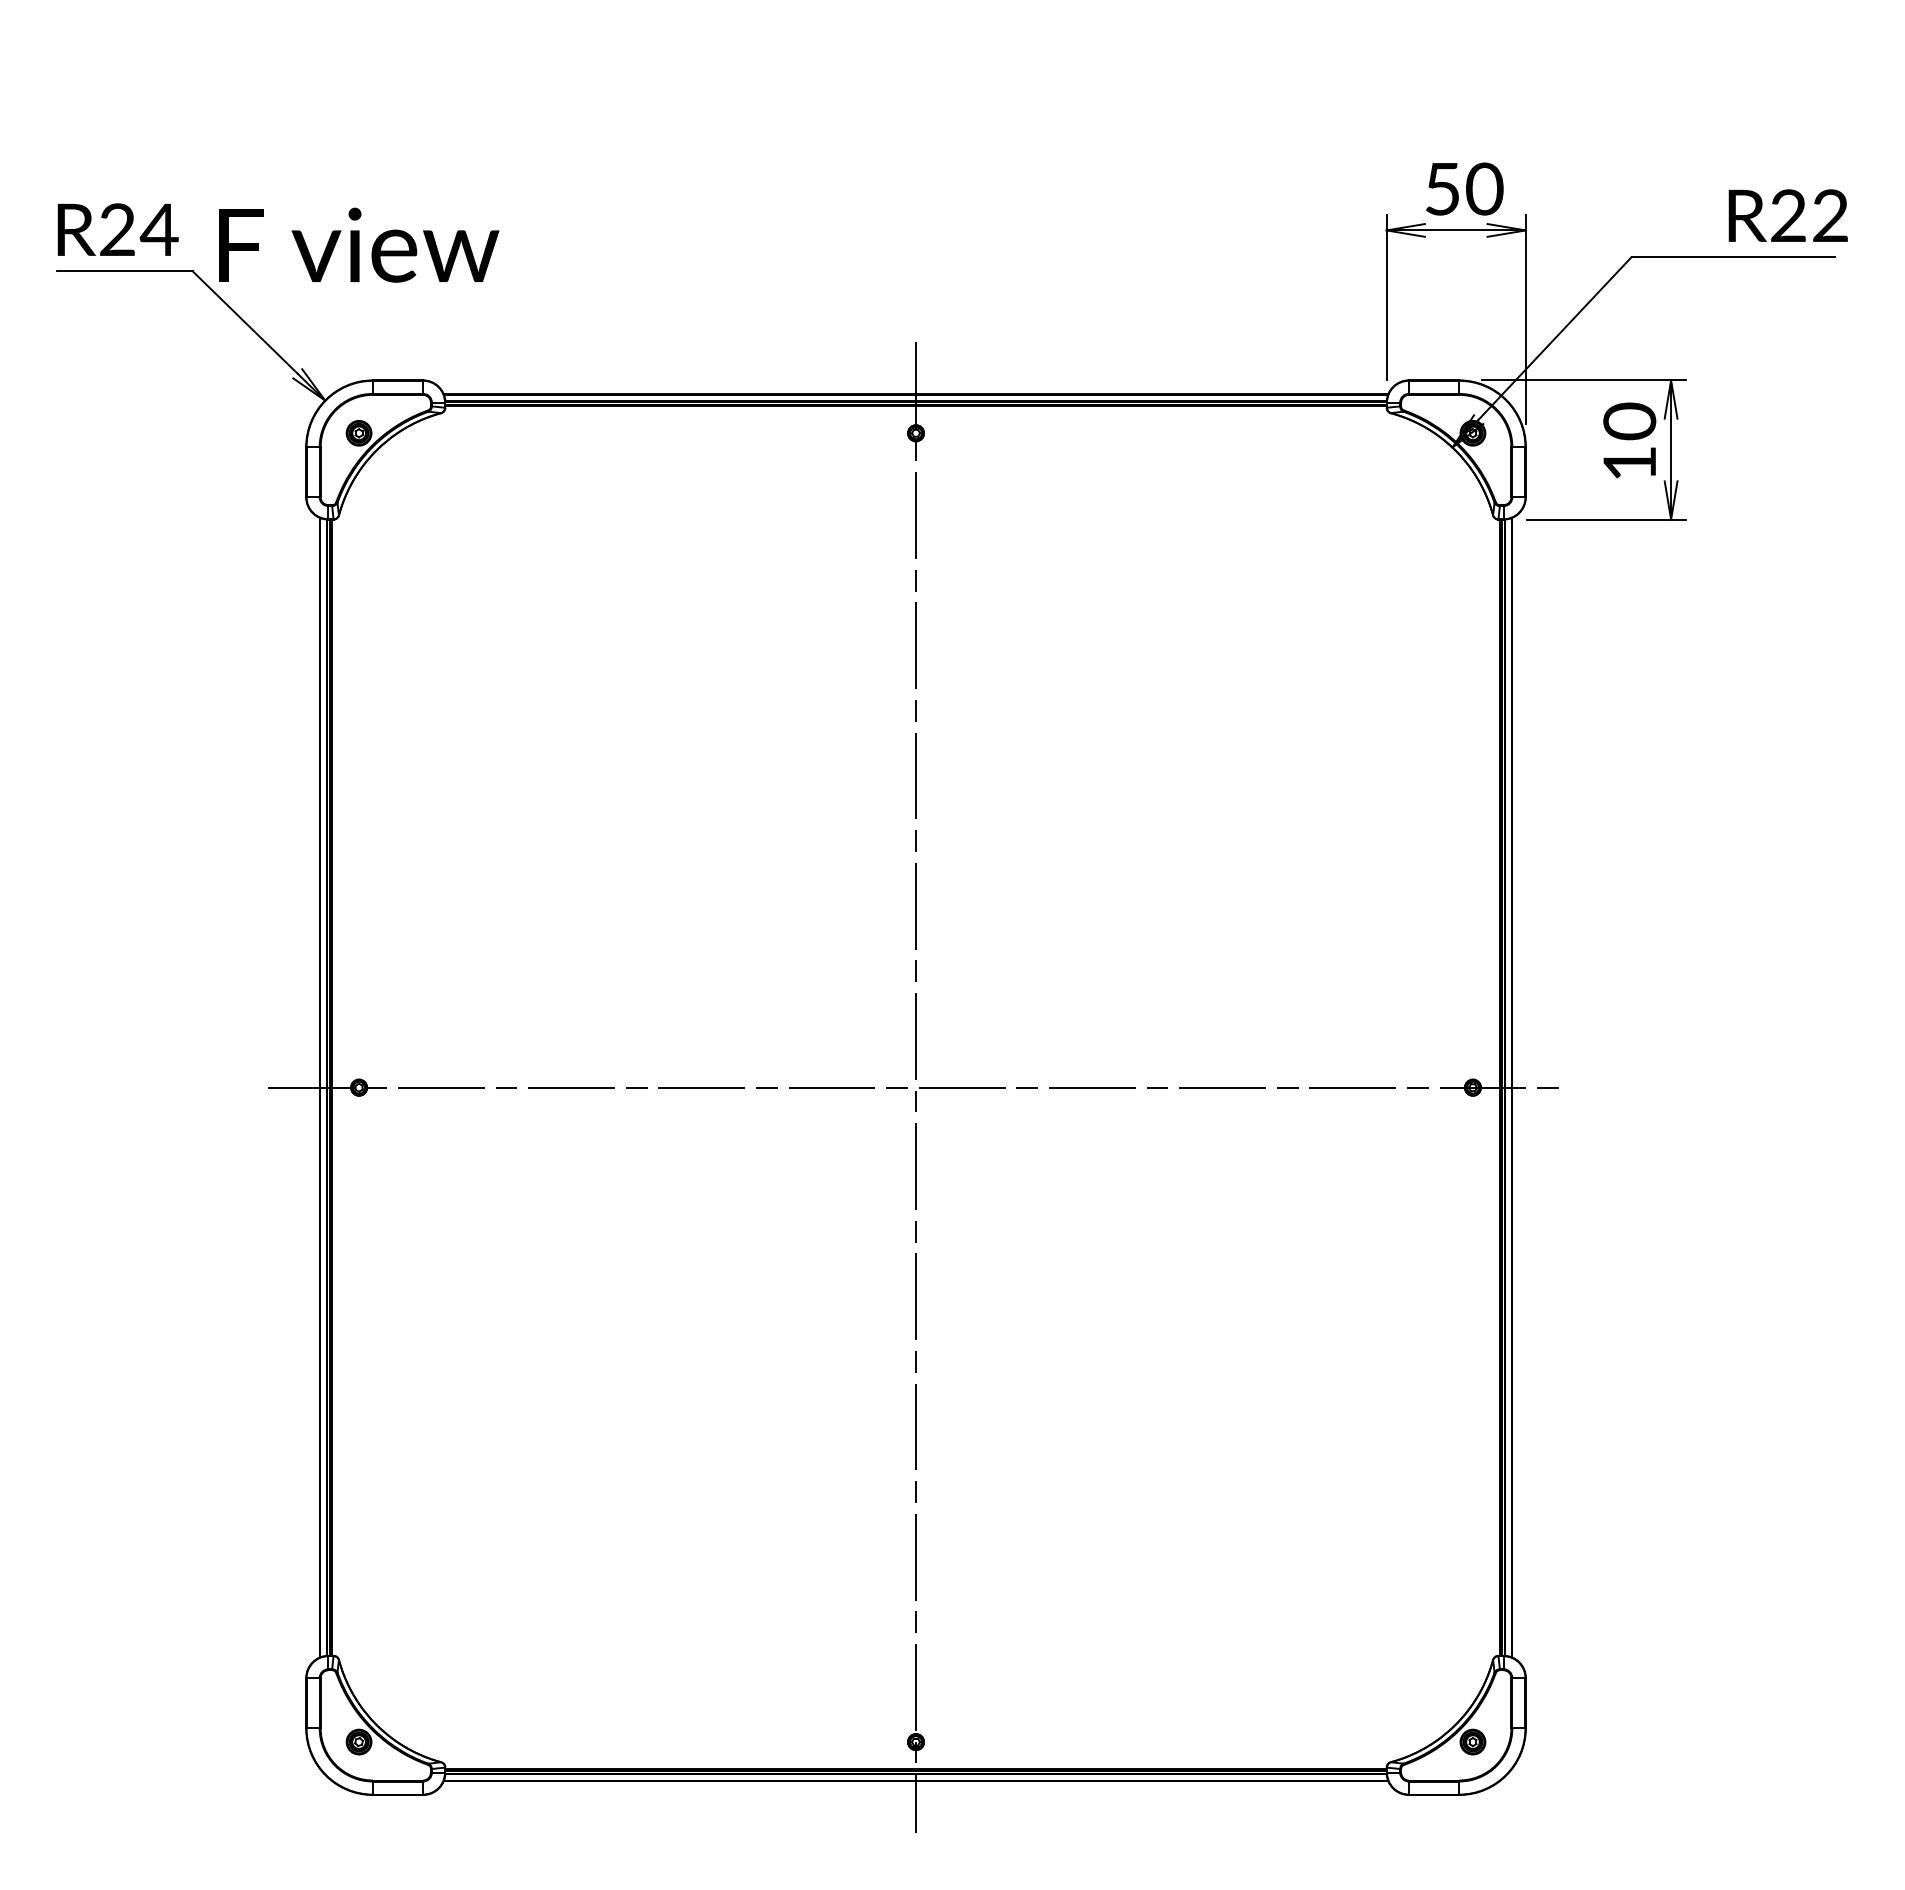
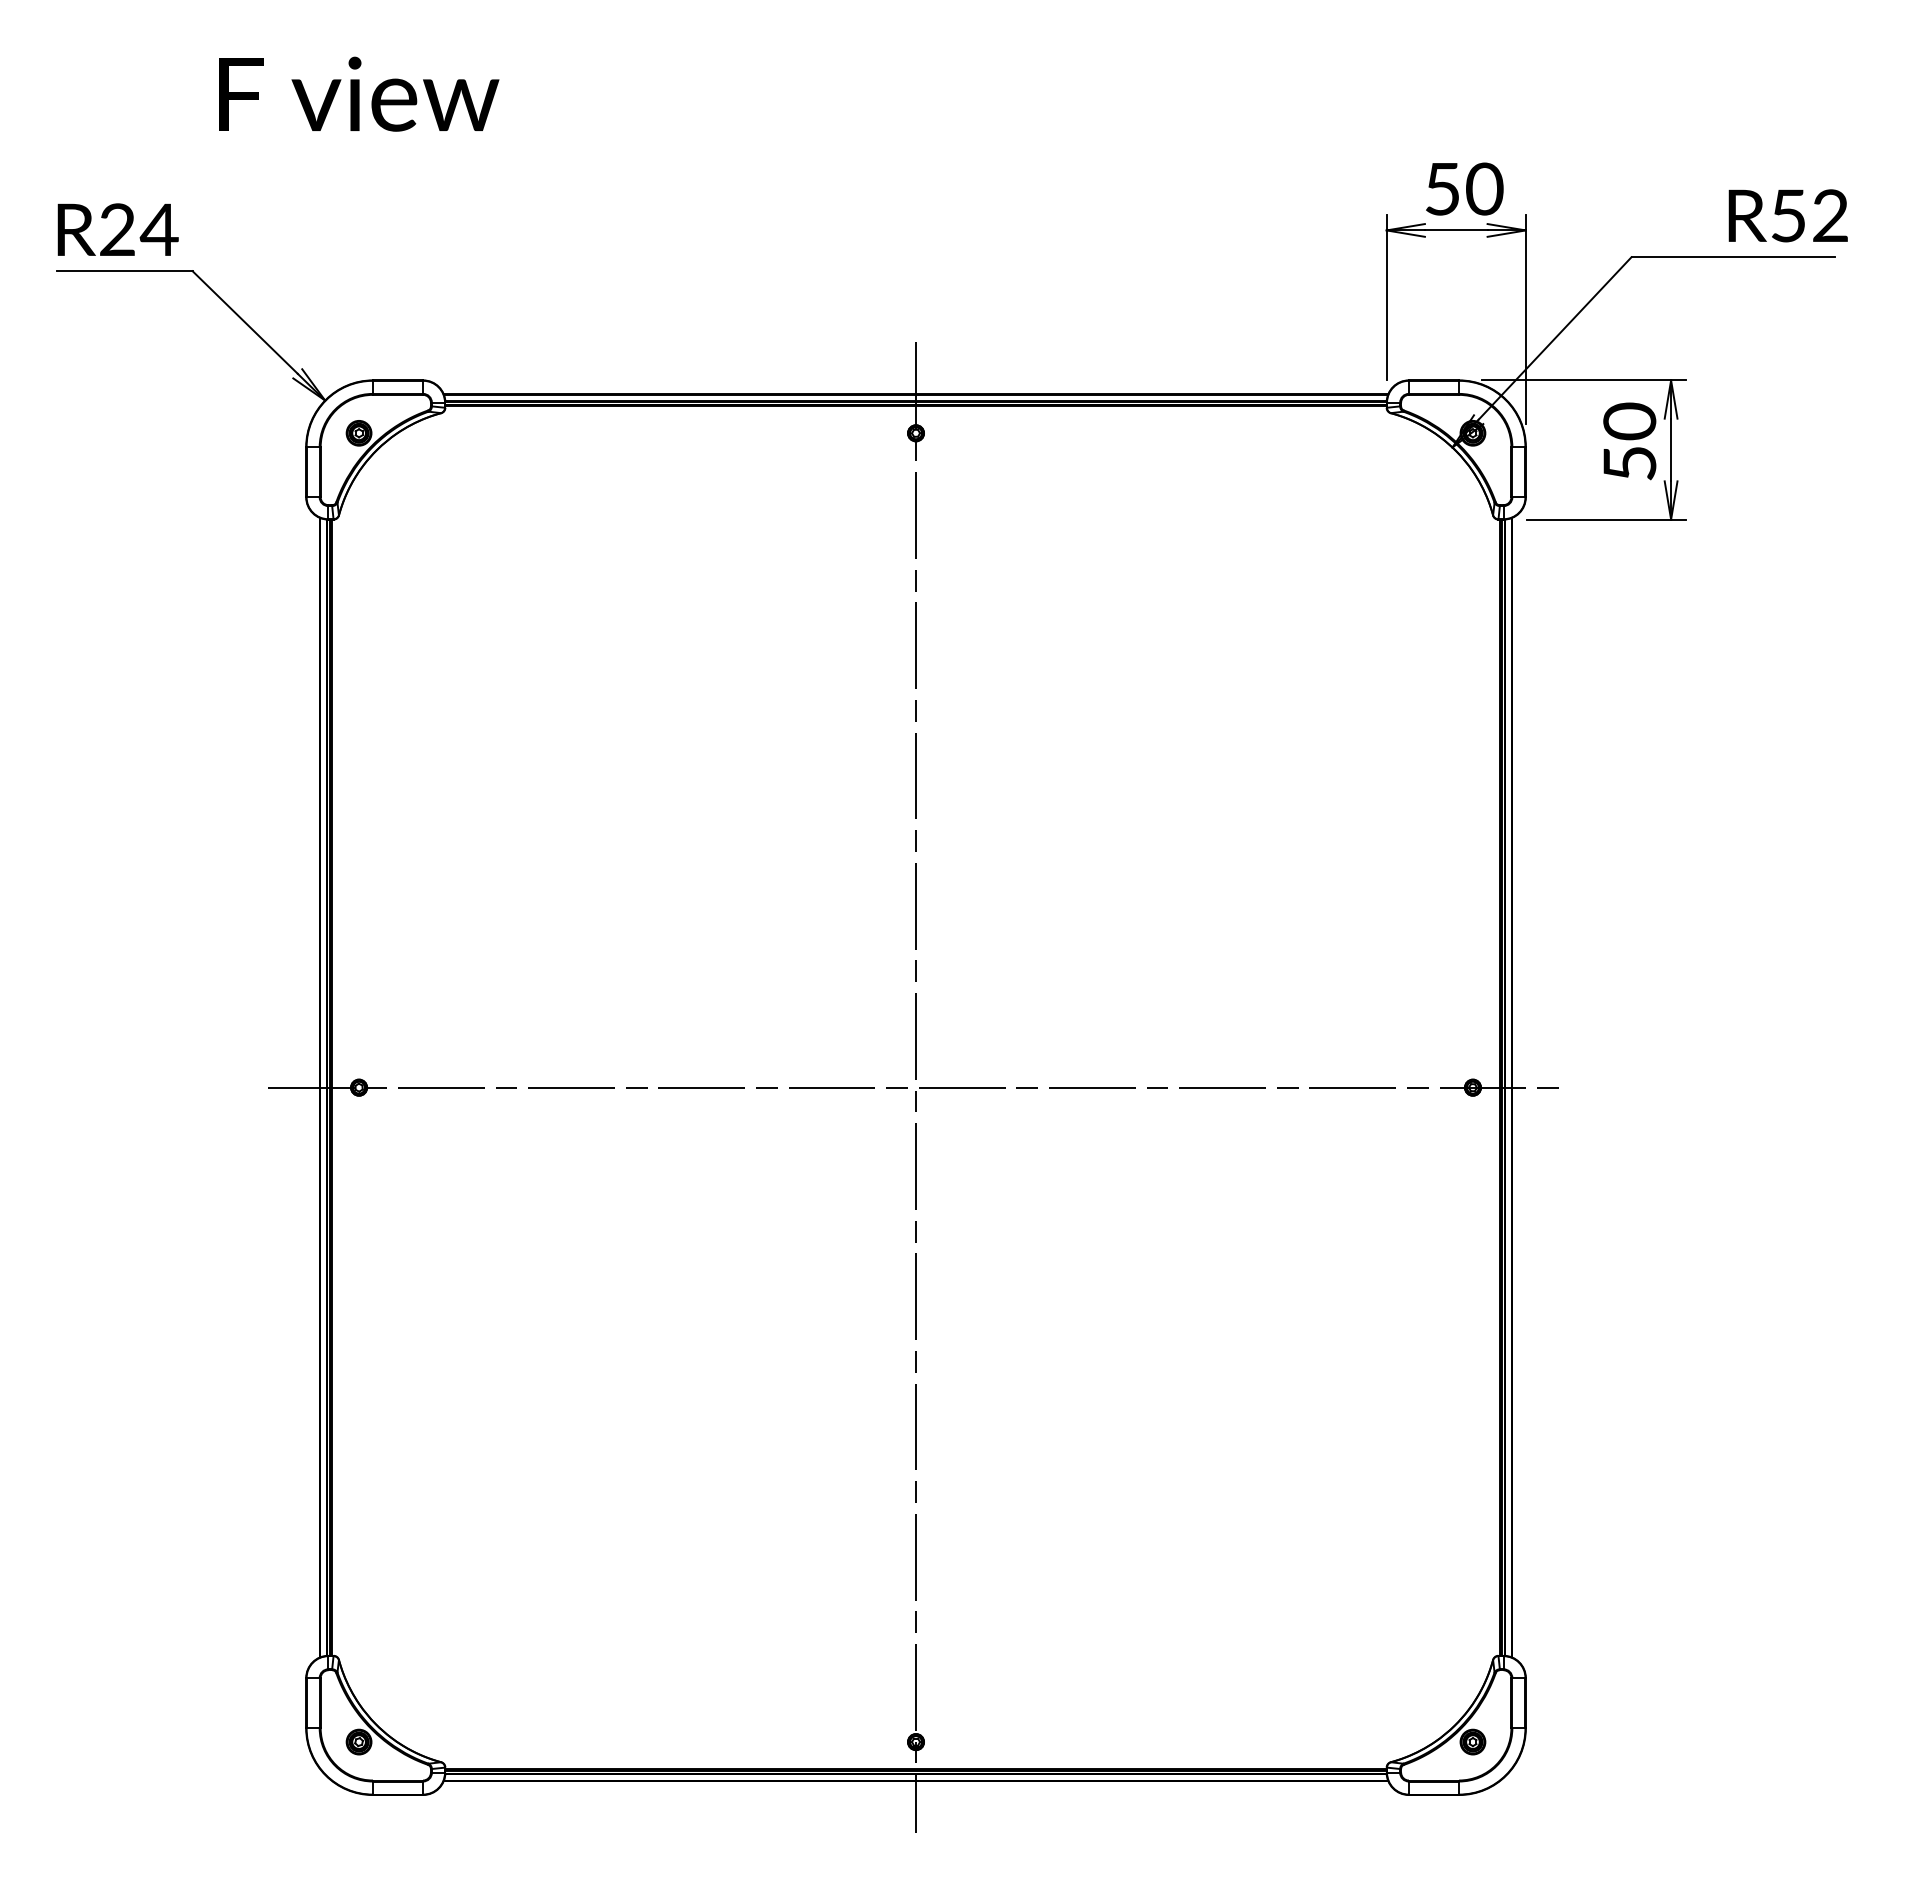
text at (1788, 215): R22 -> R52
text at (359, 244) position: (359, 244) -> (359, 93)
text at (1629, 463): 10 -> 50
